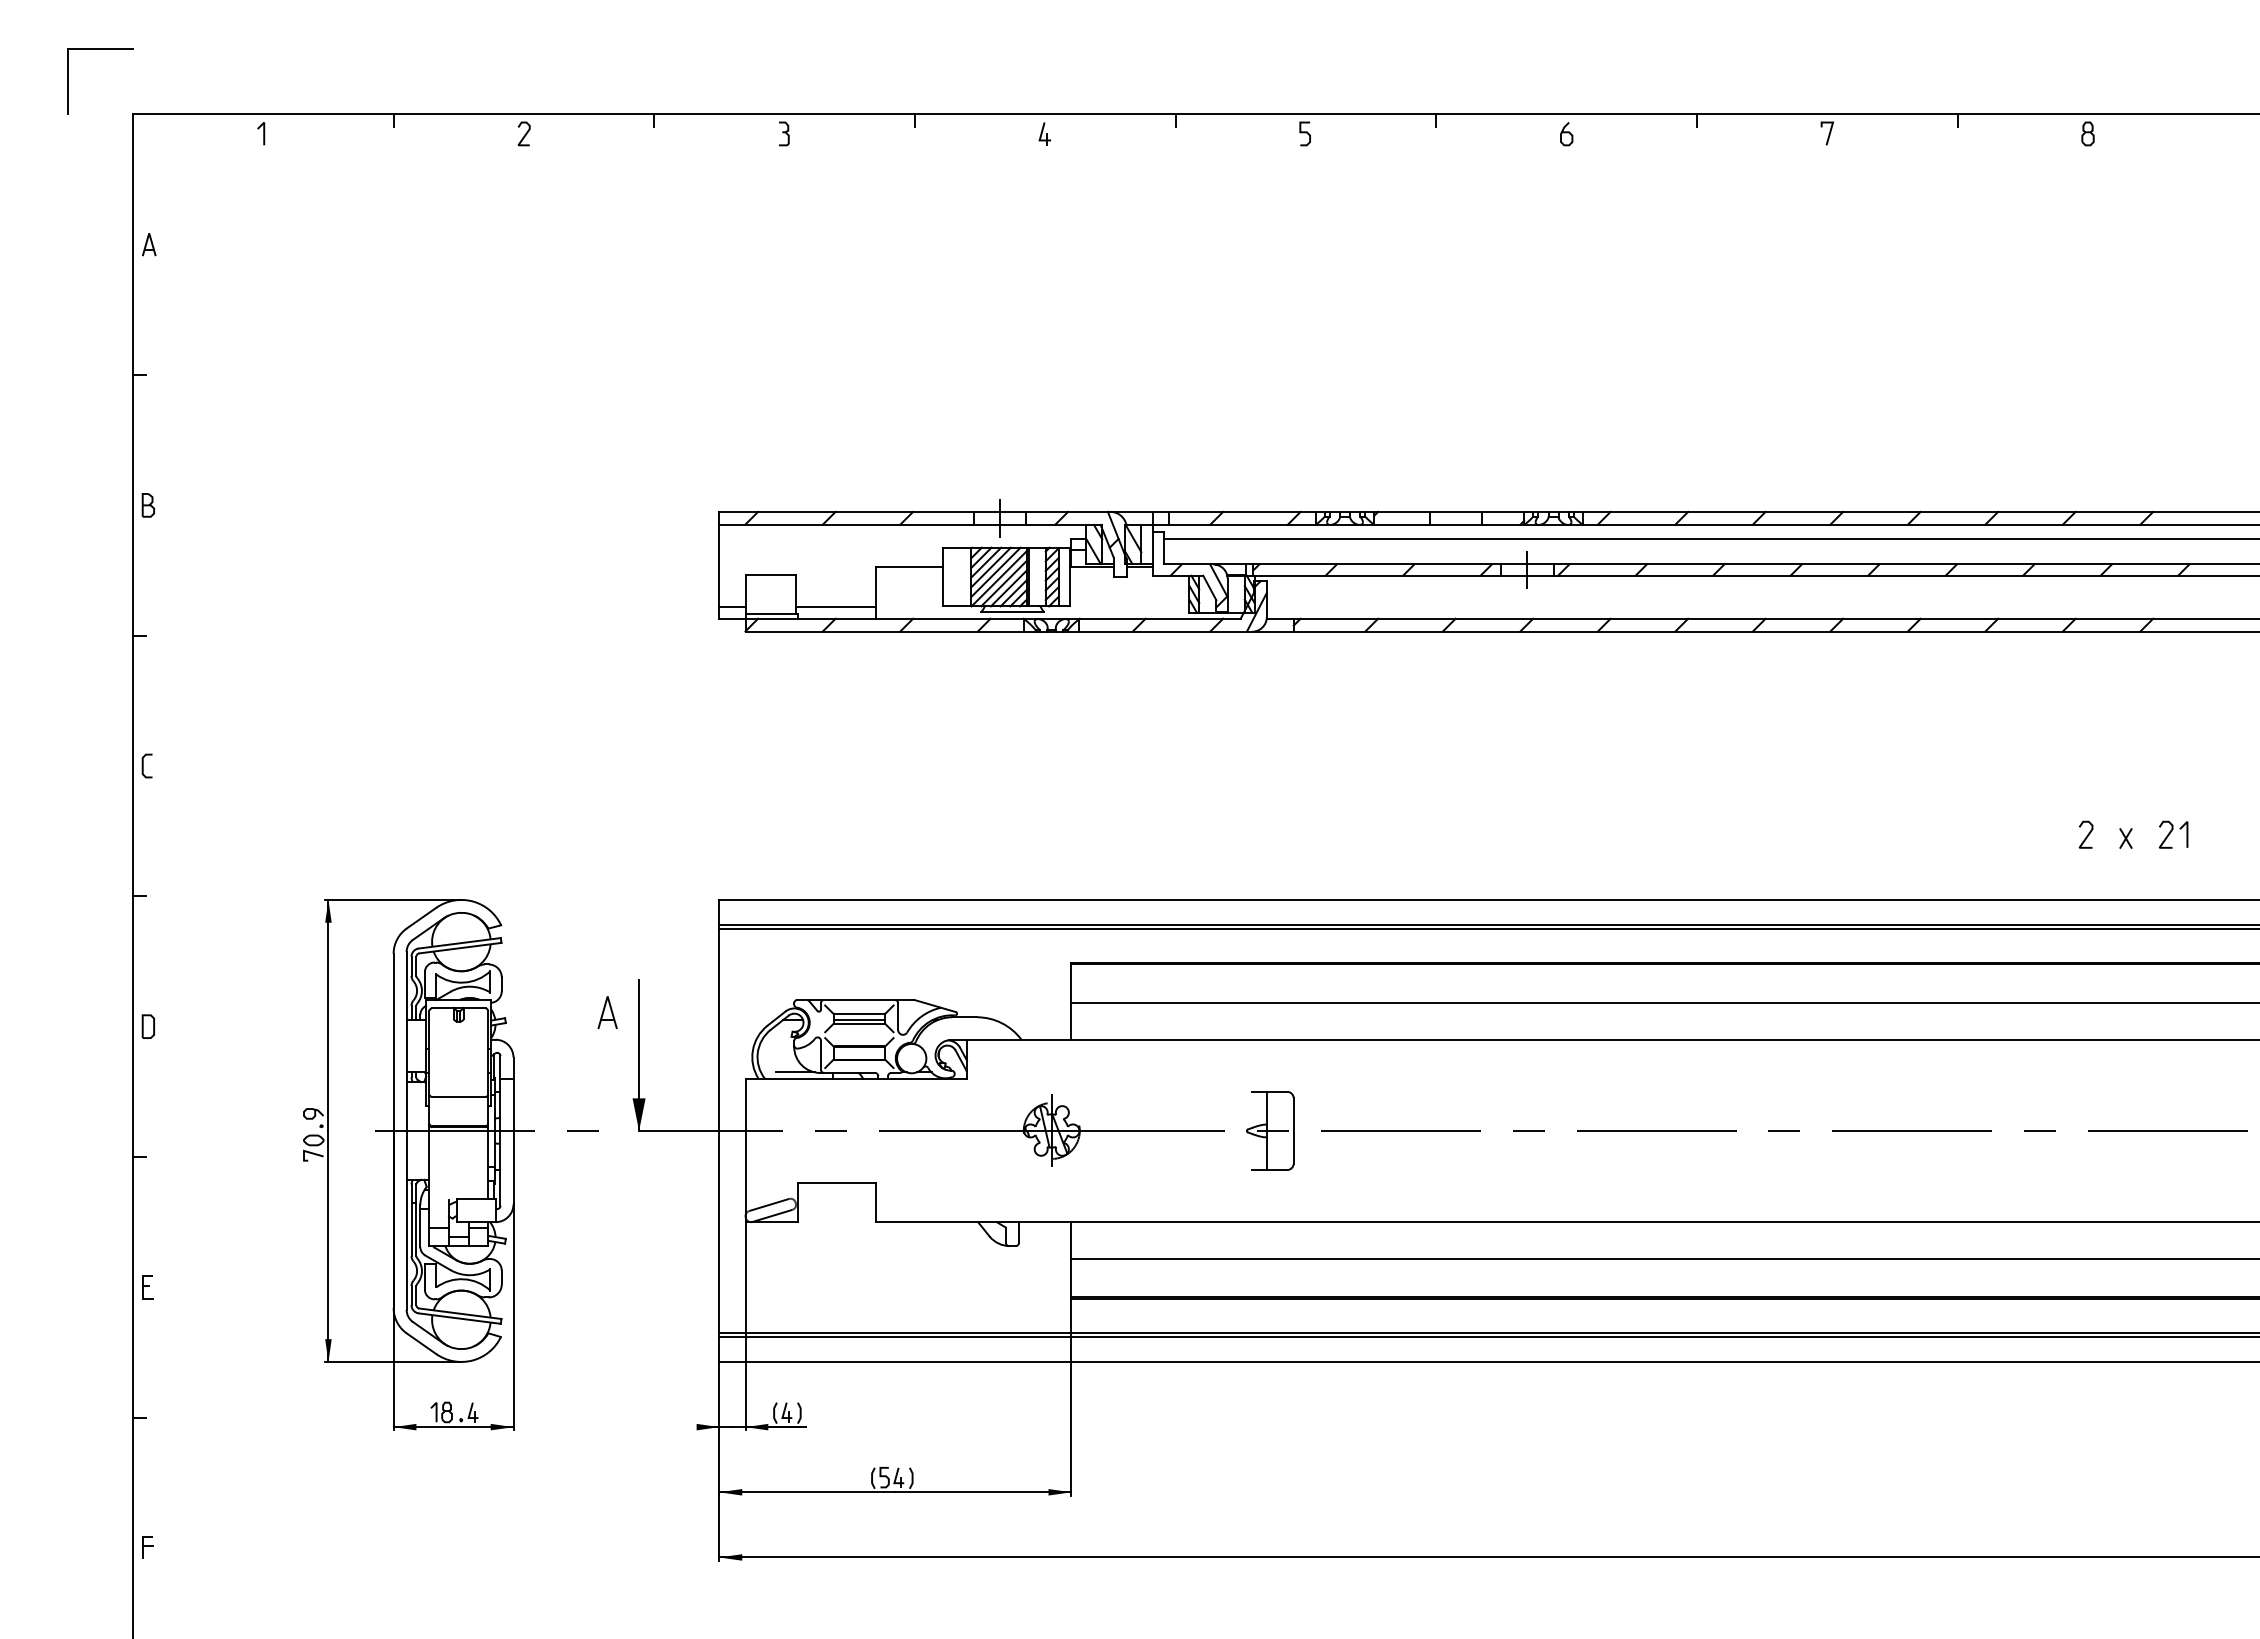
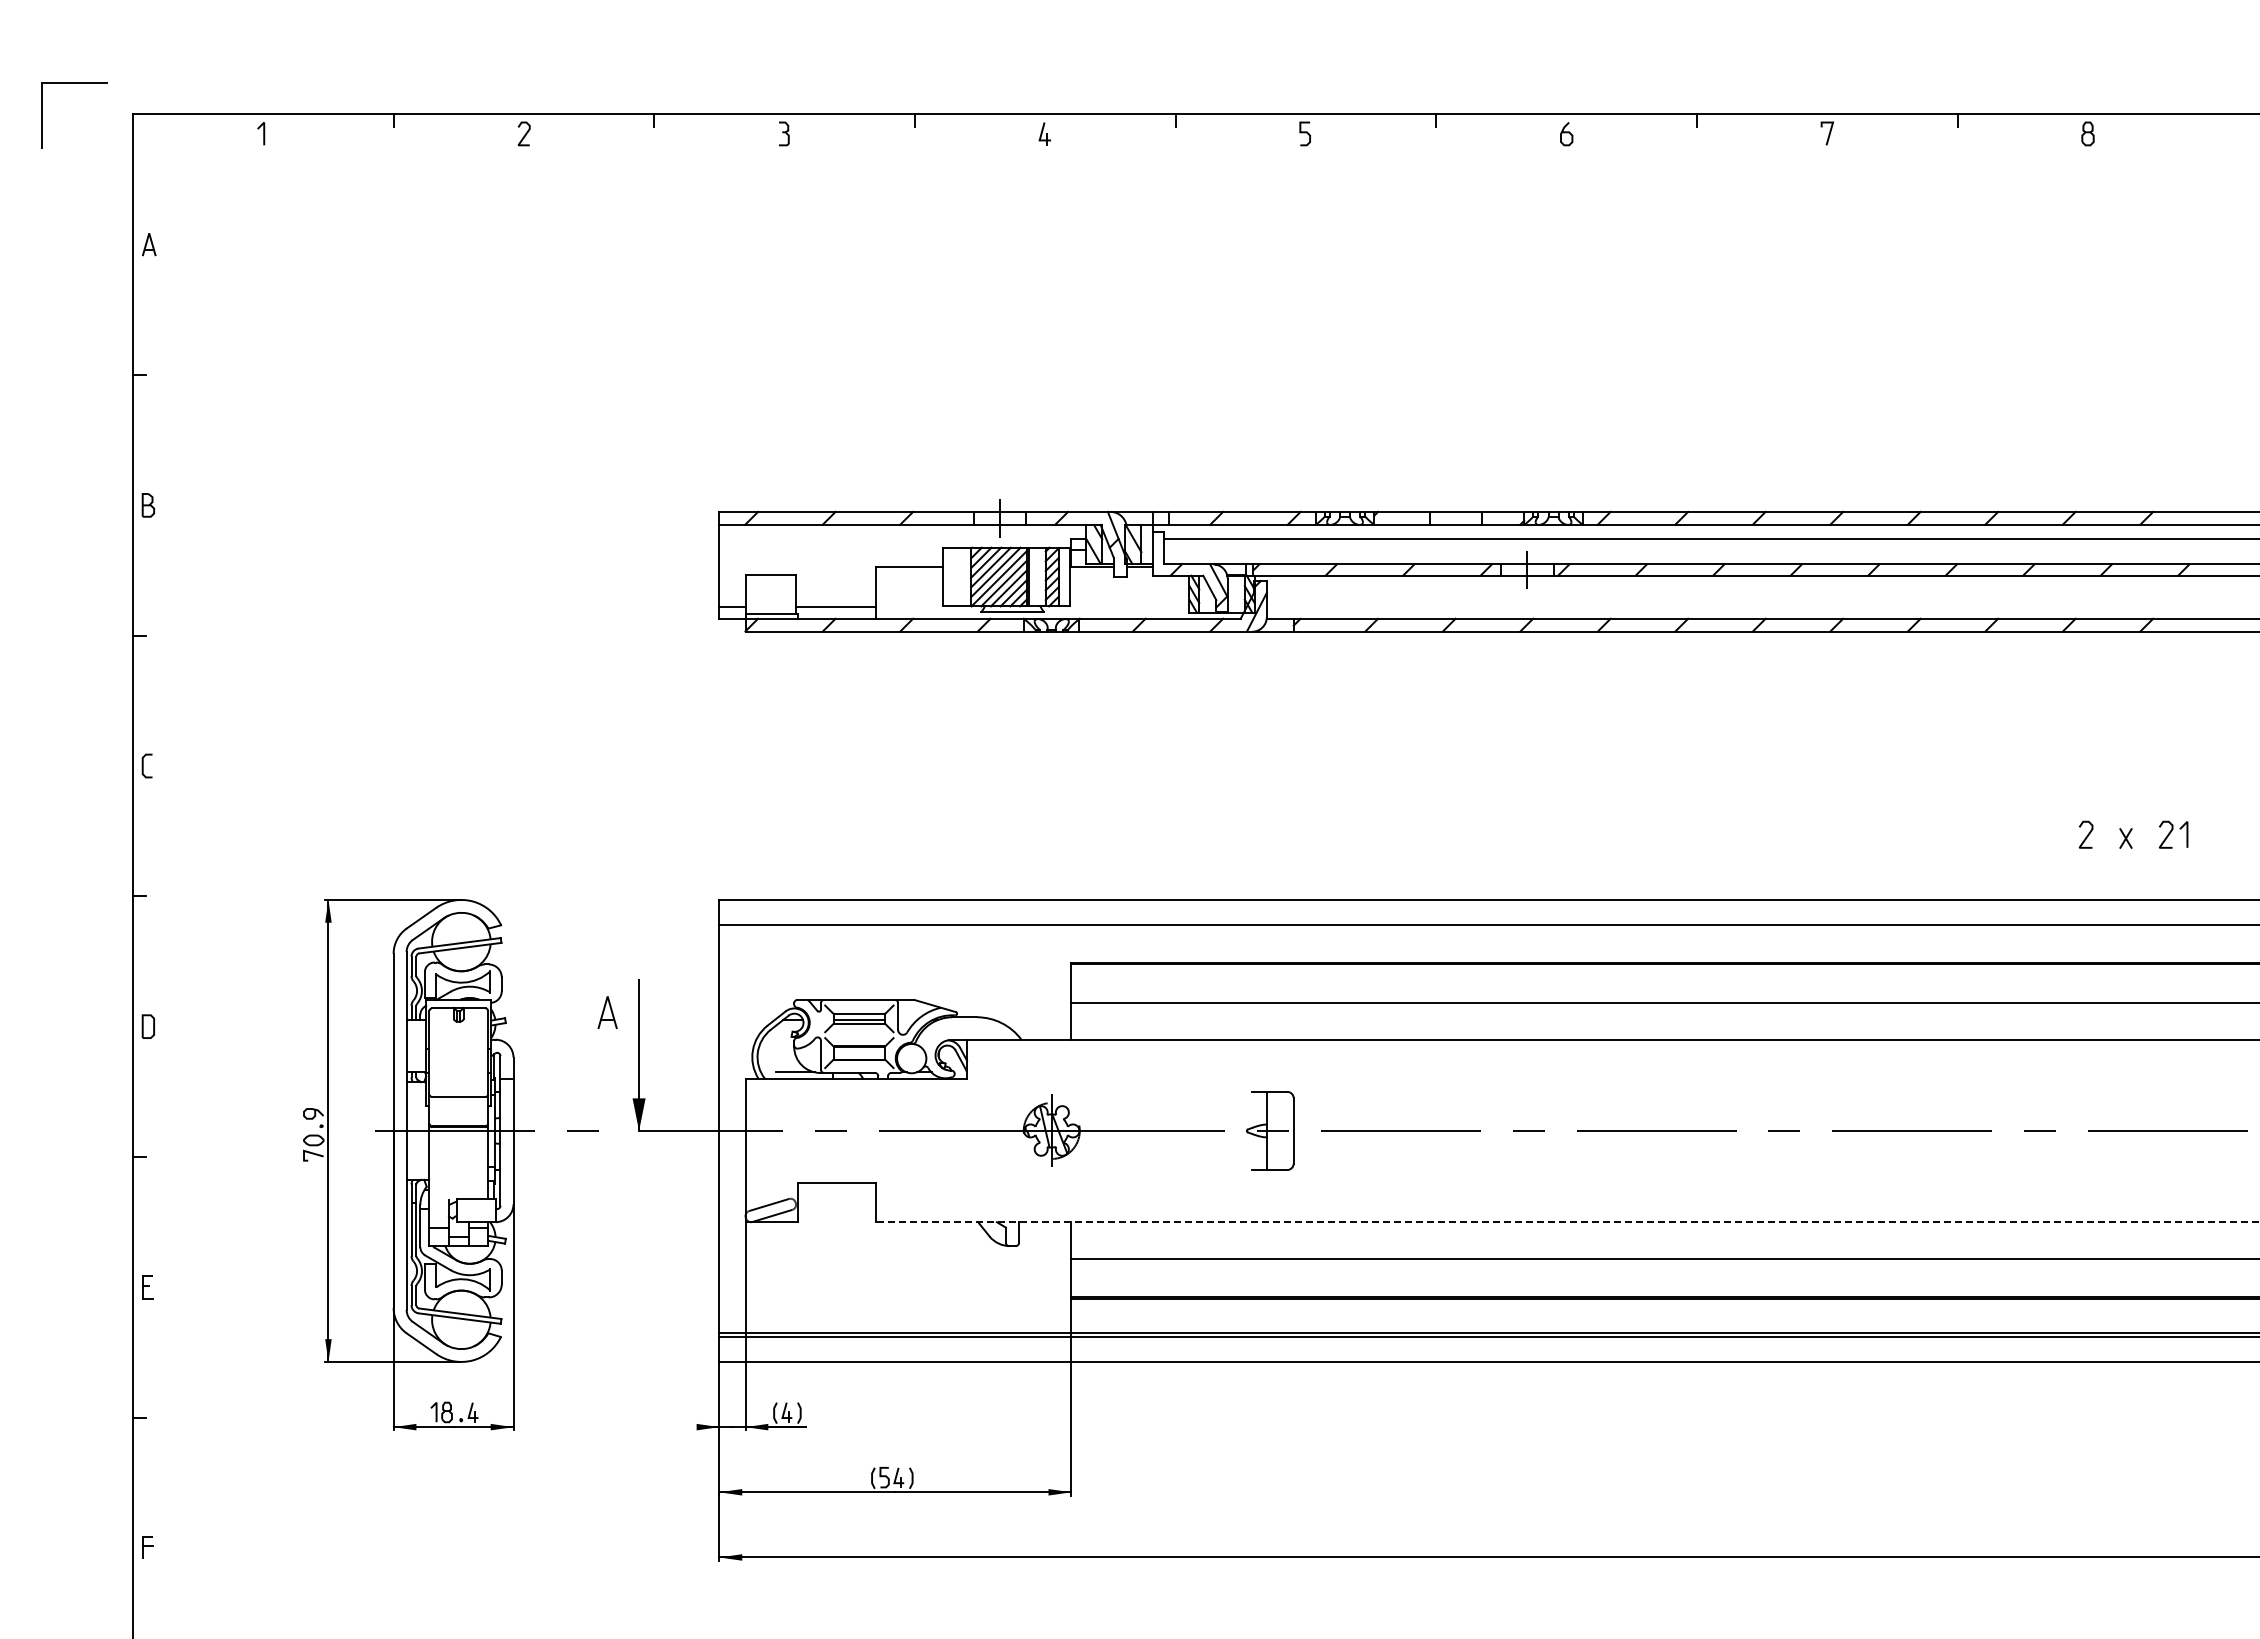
part at (100, 49) position: (100, 49) -> (74, 83)
line at (1487, 928): present -> none
line at (1567, 1222): solid -> dashed
